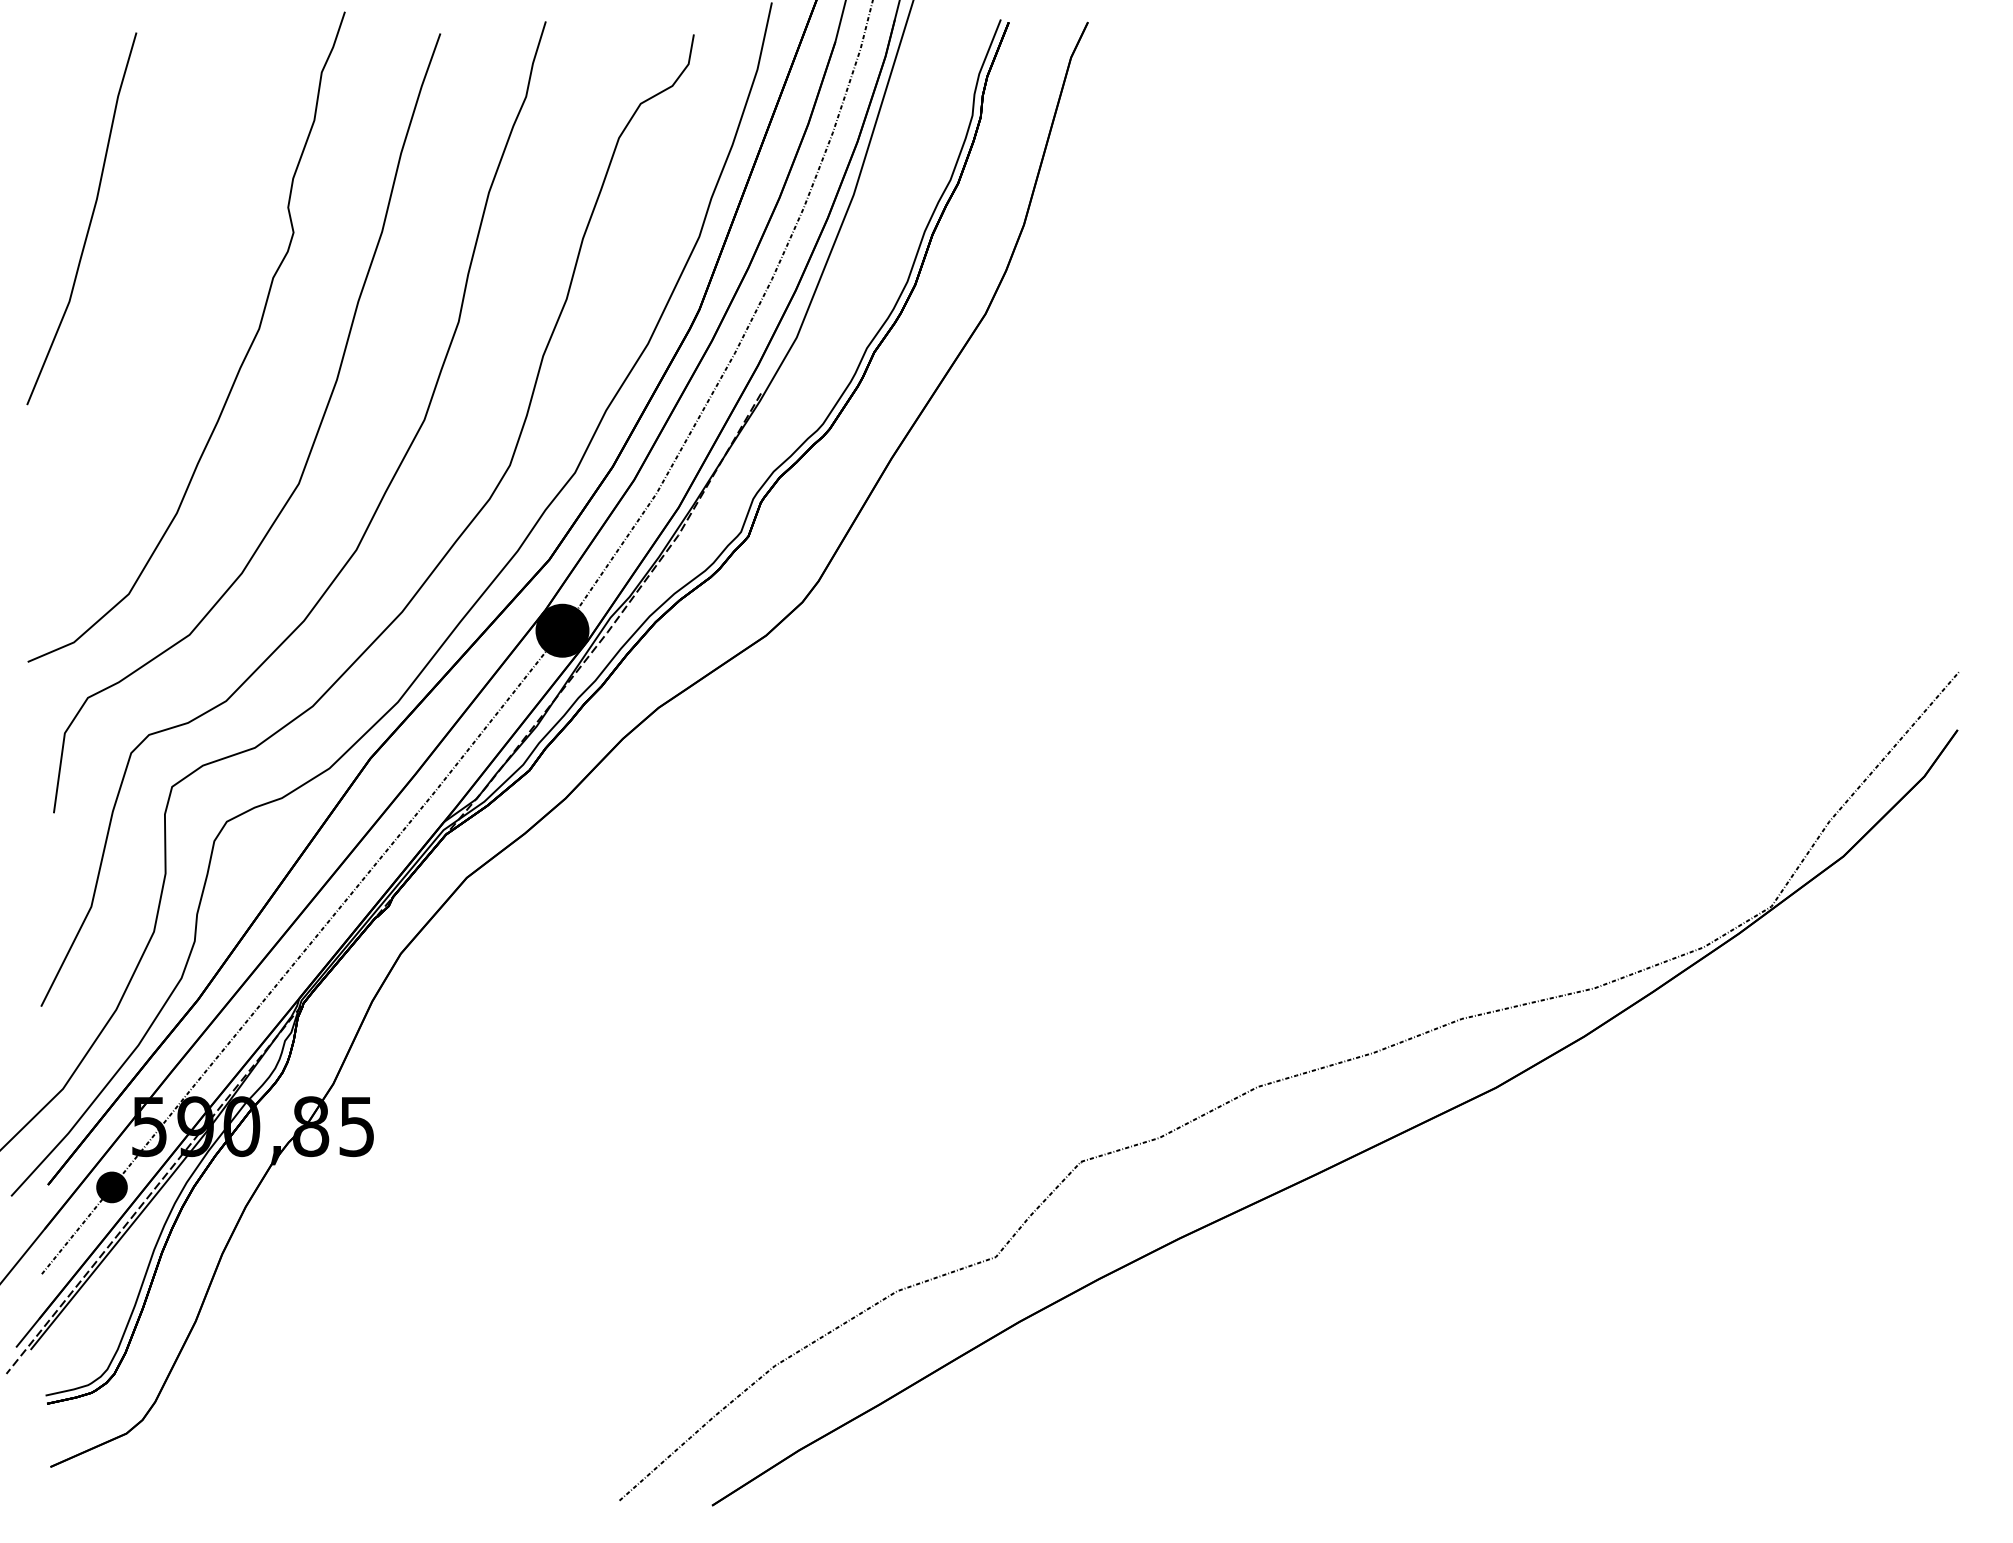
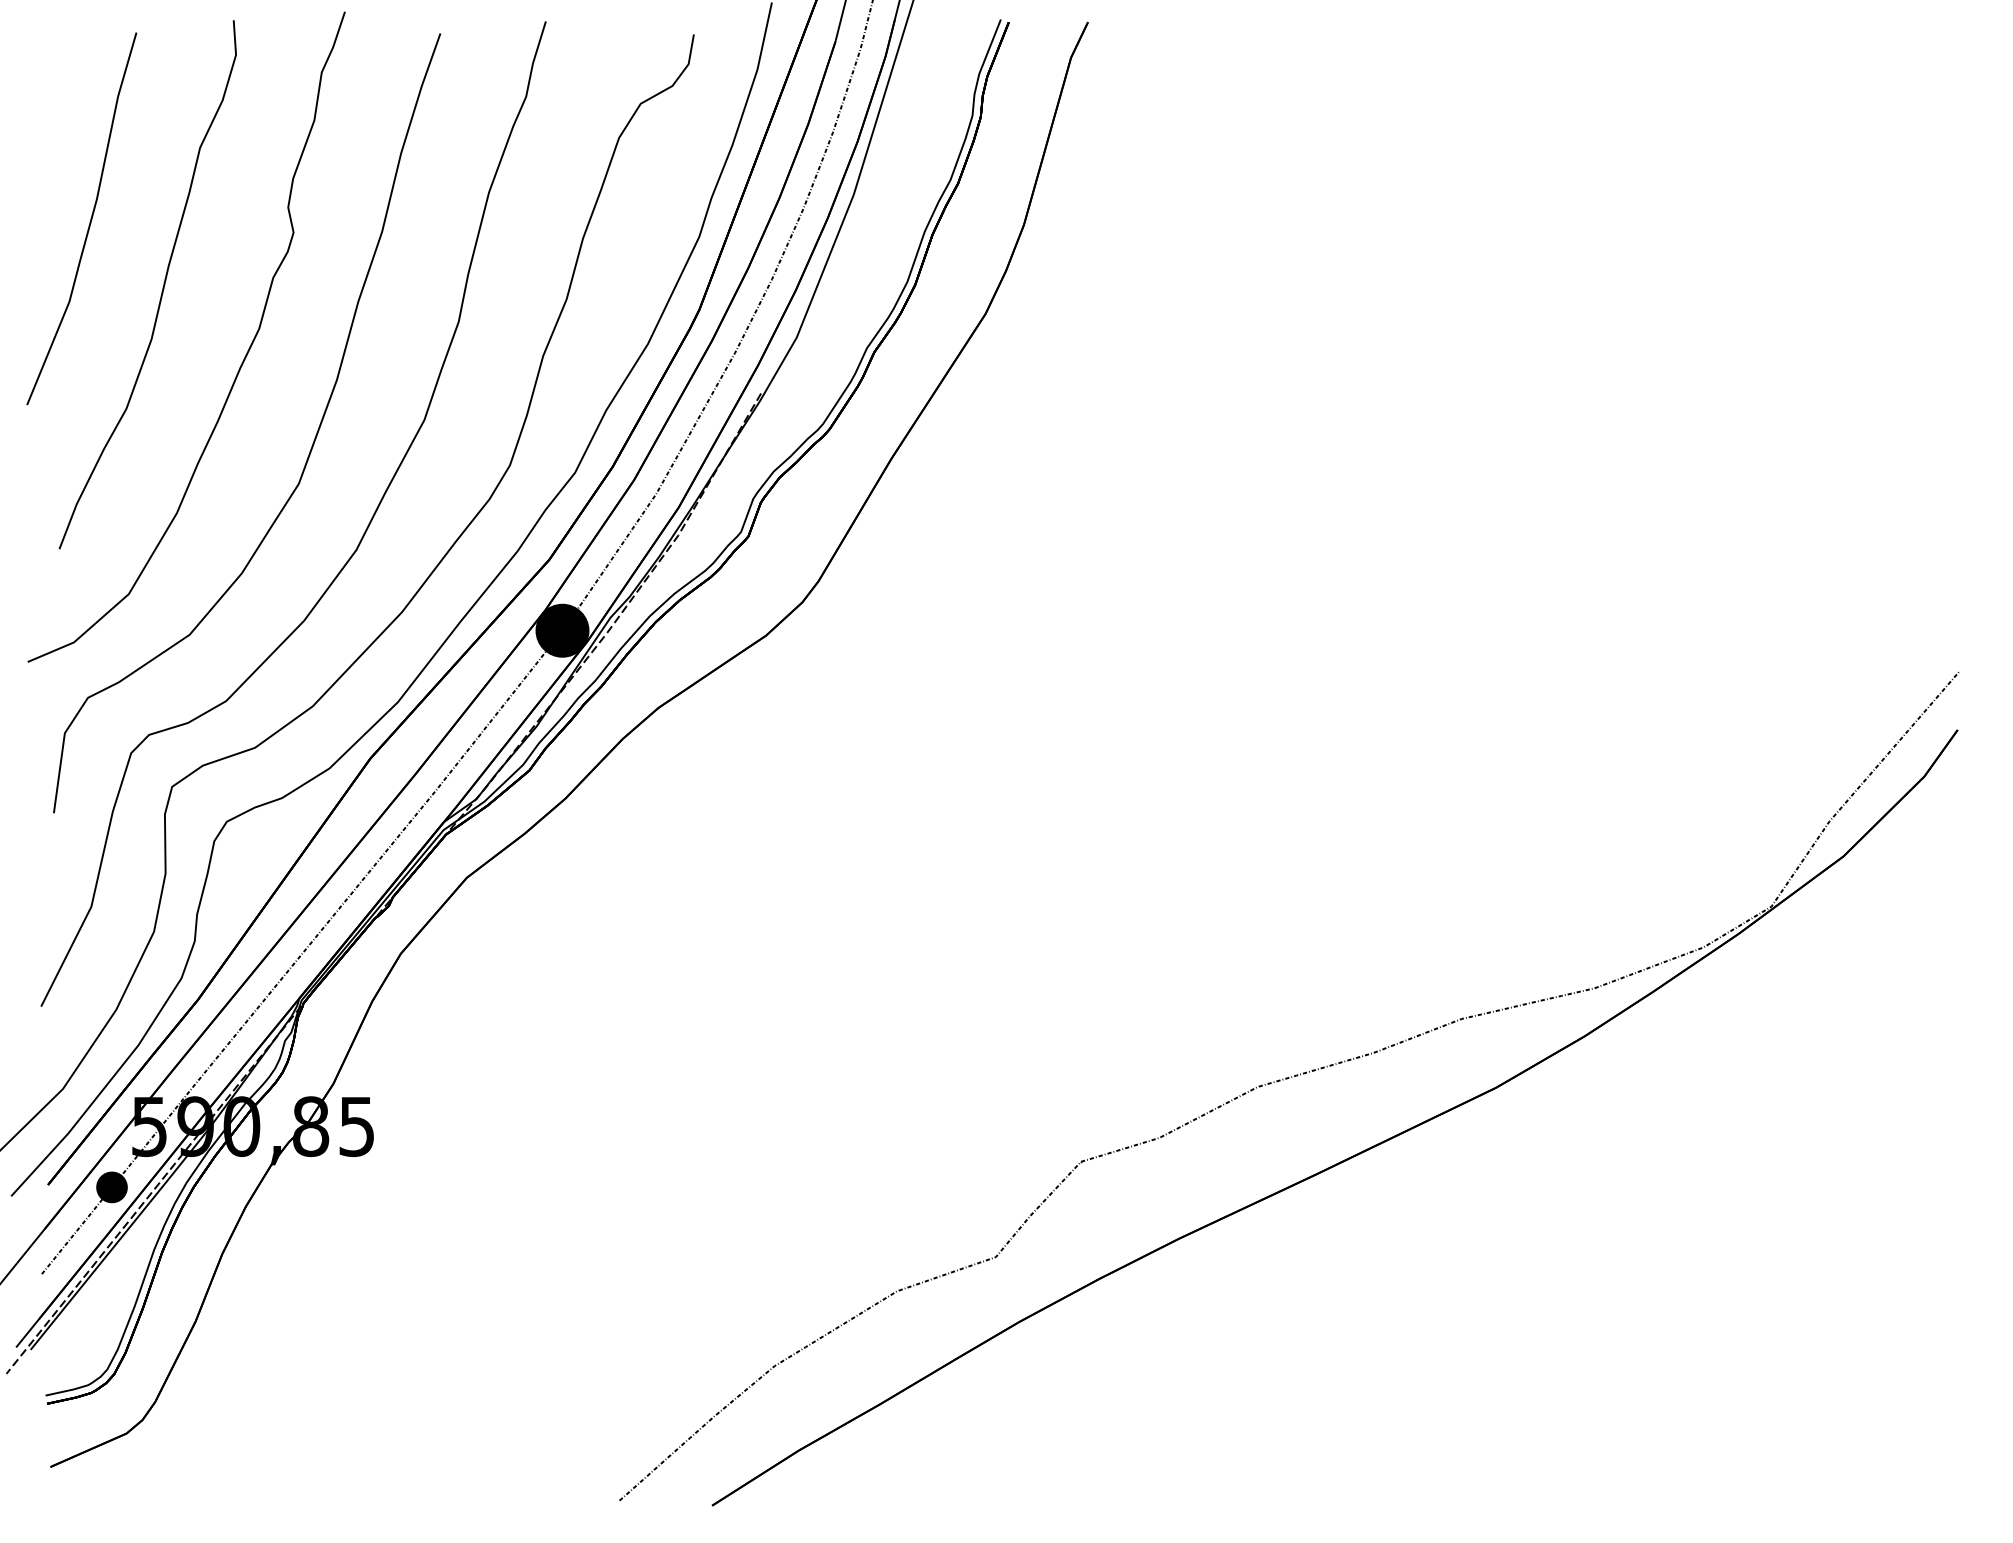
part at (162, 287): none -> present
